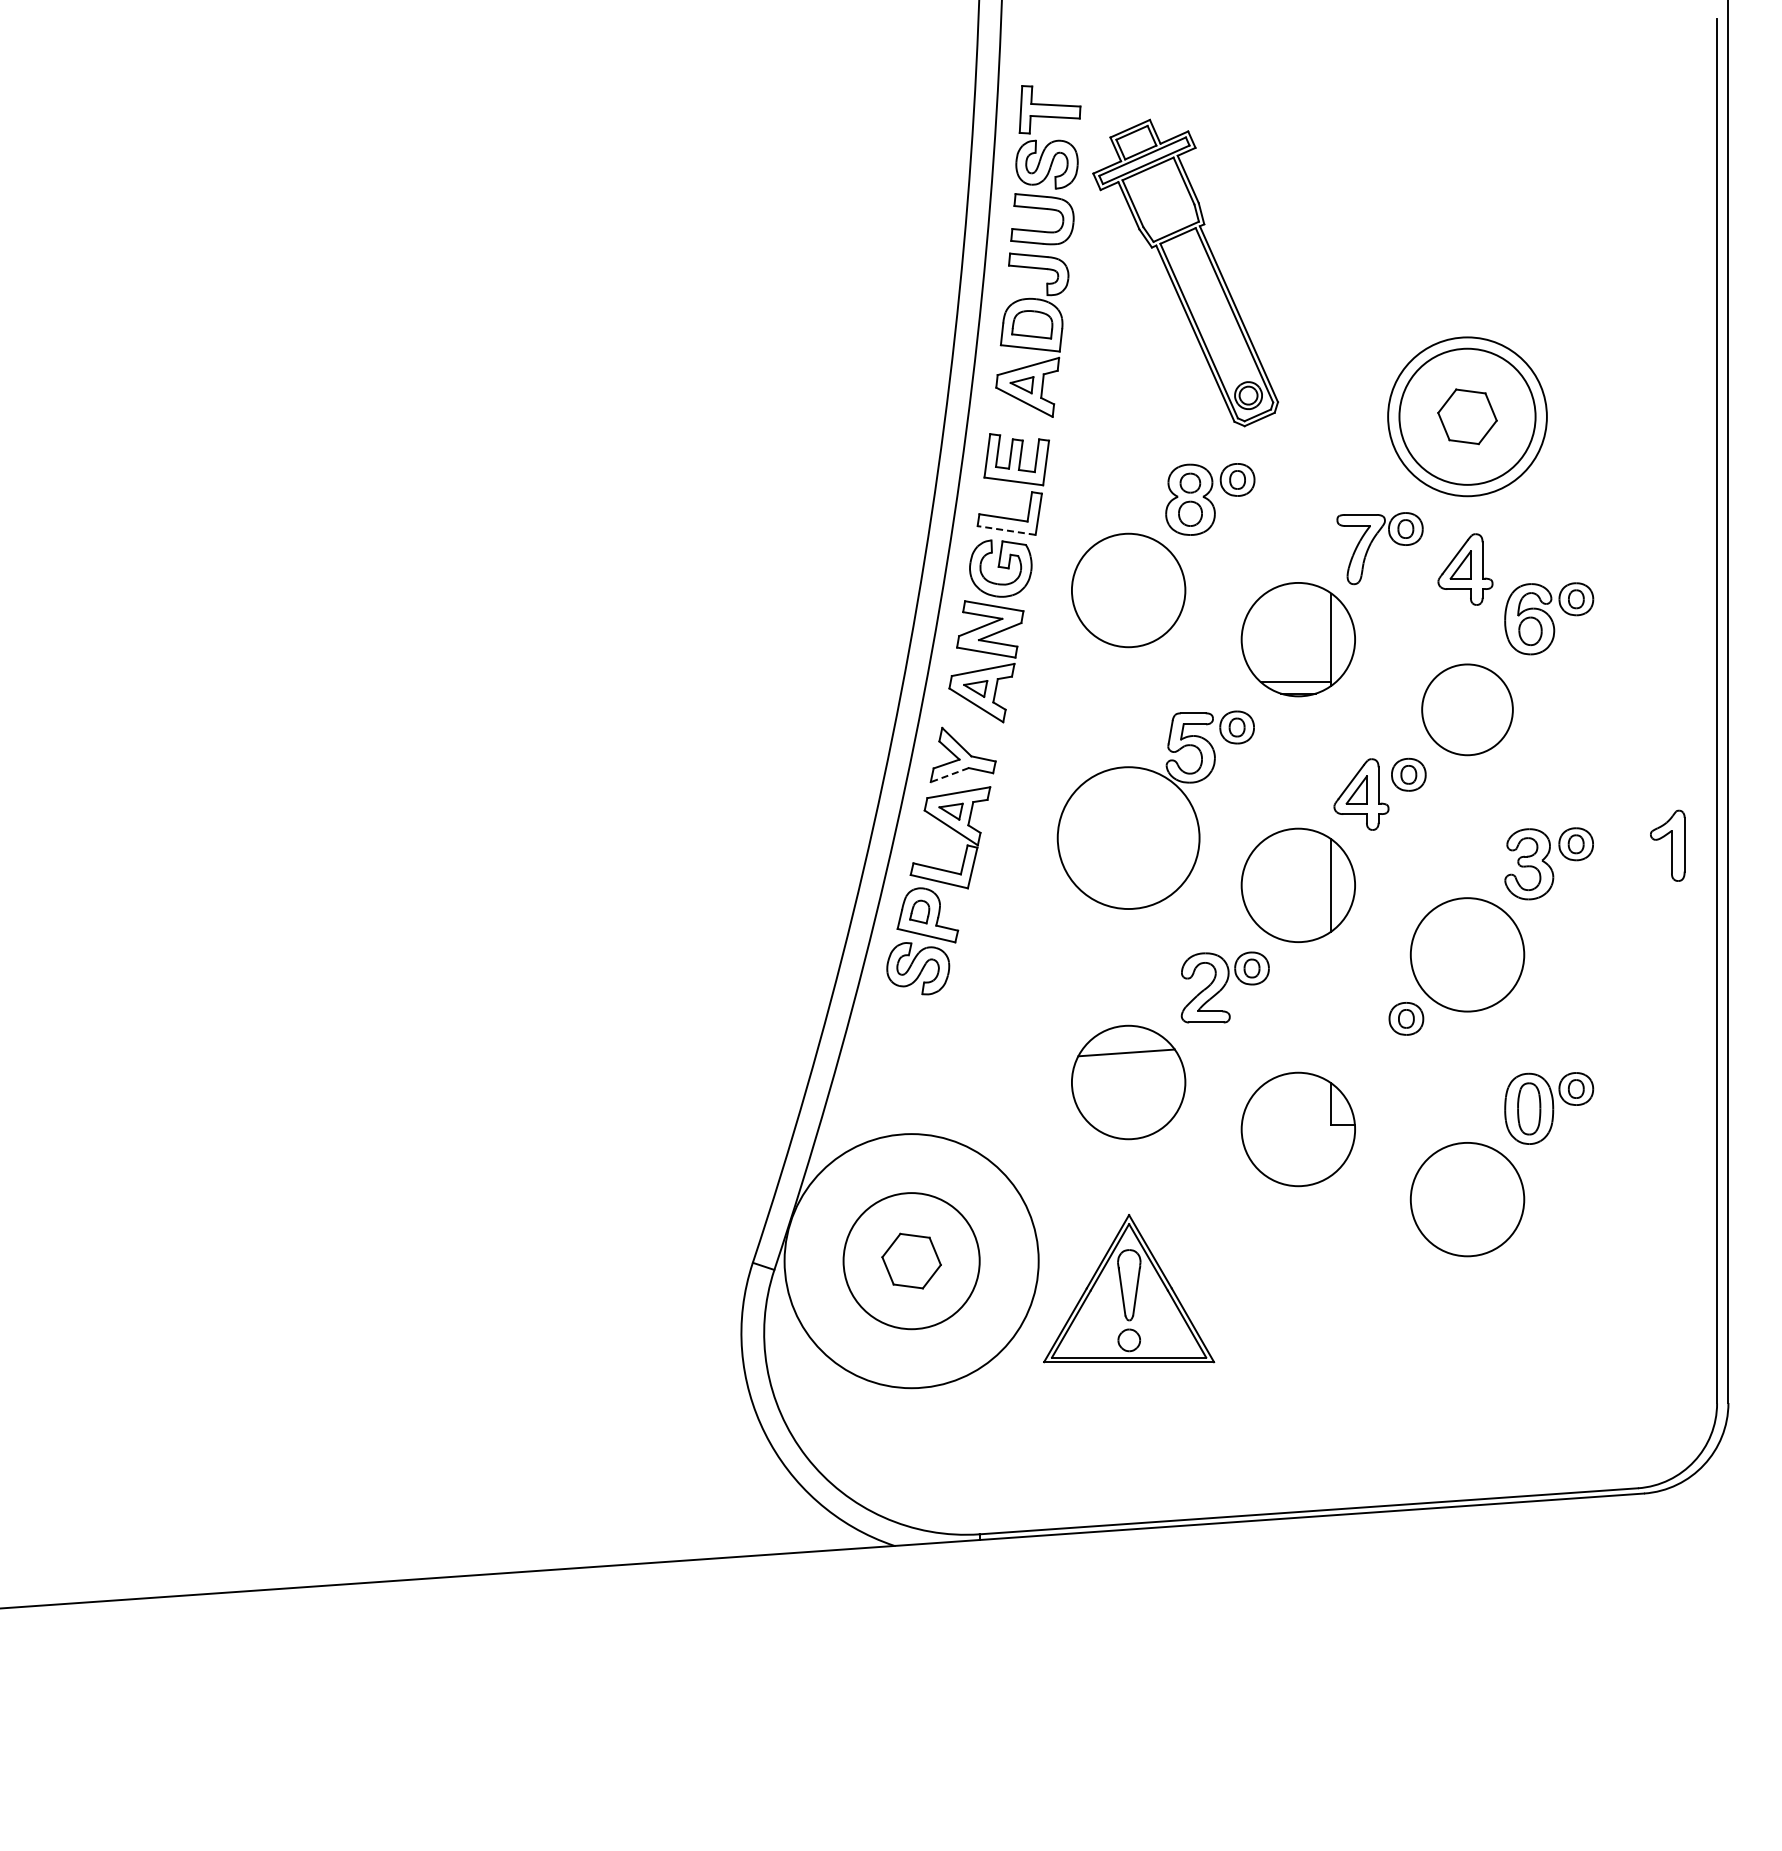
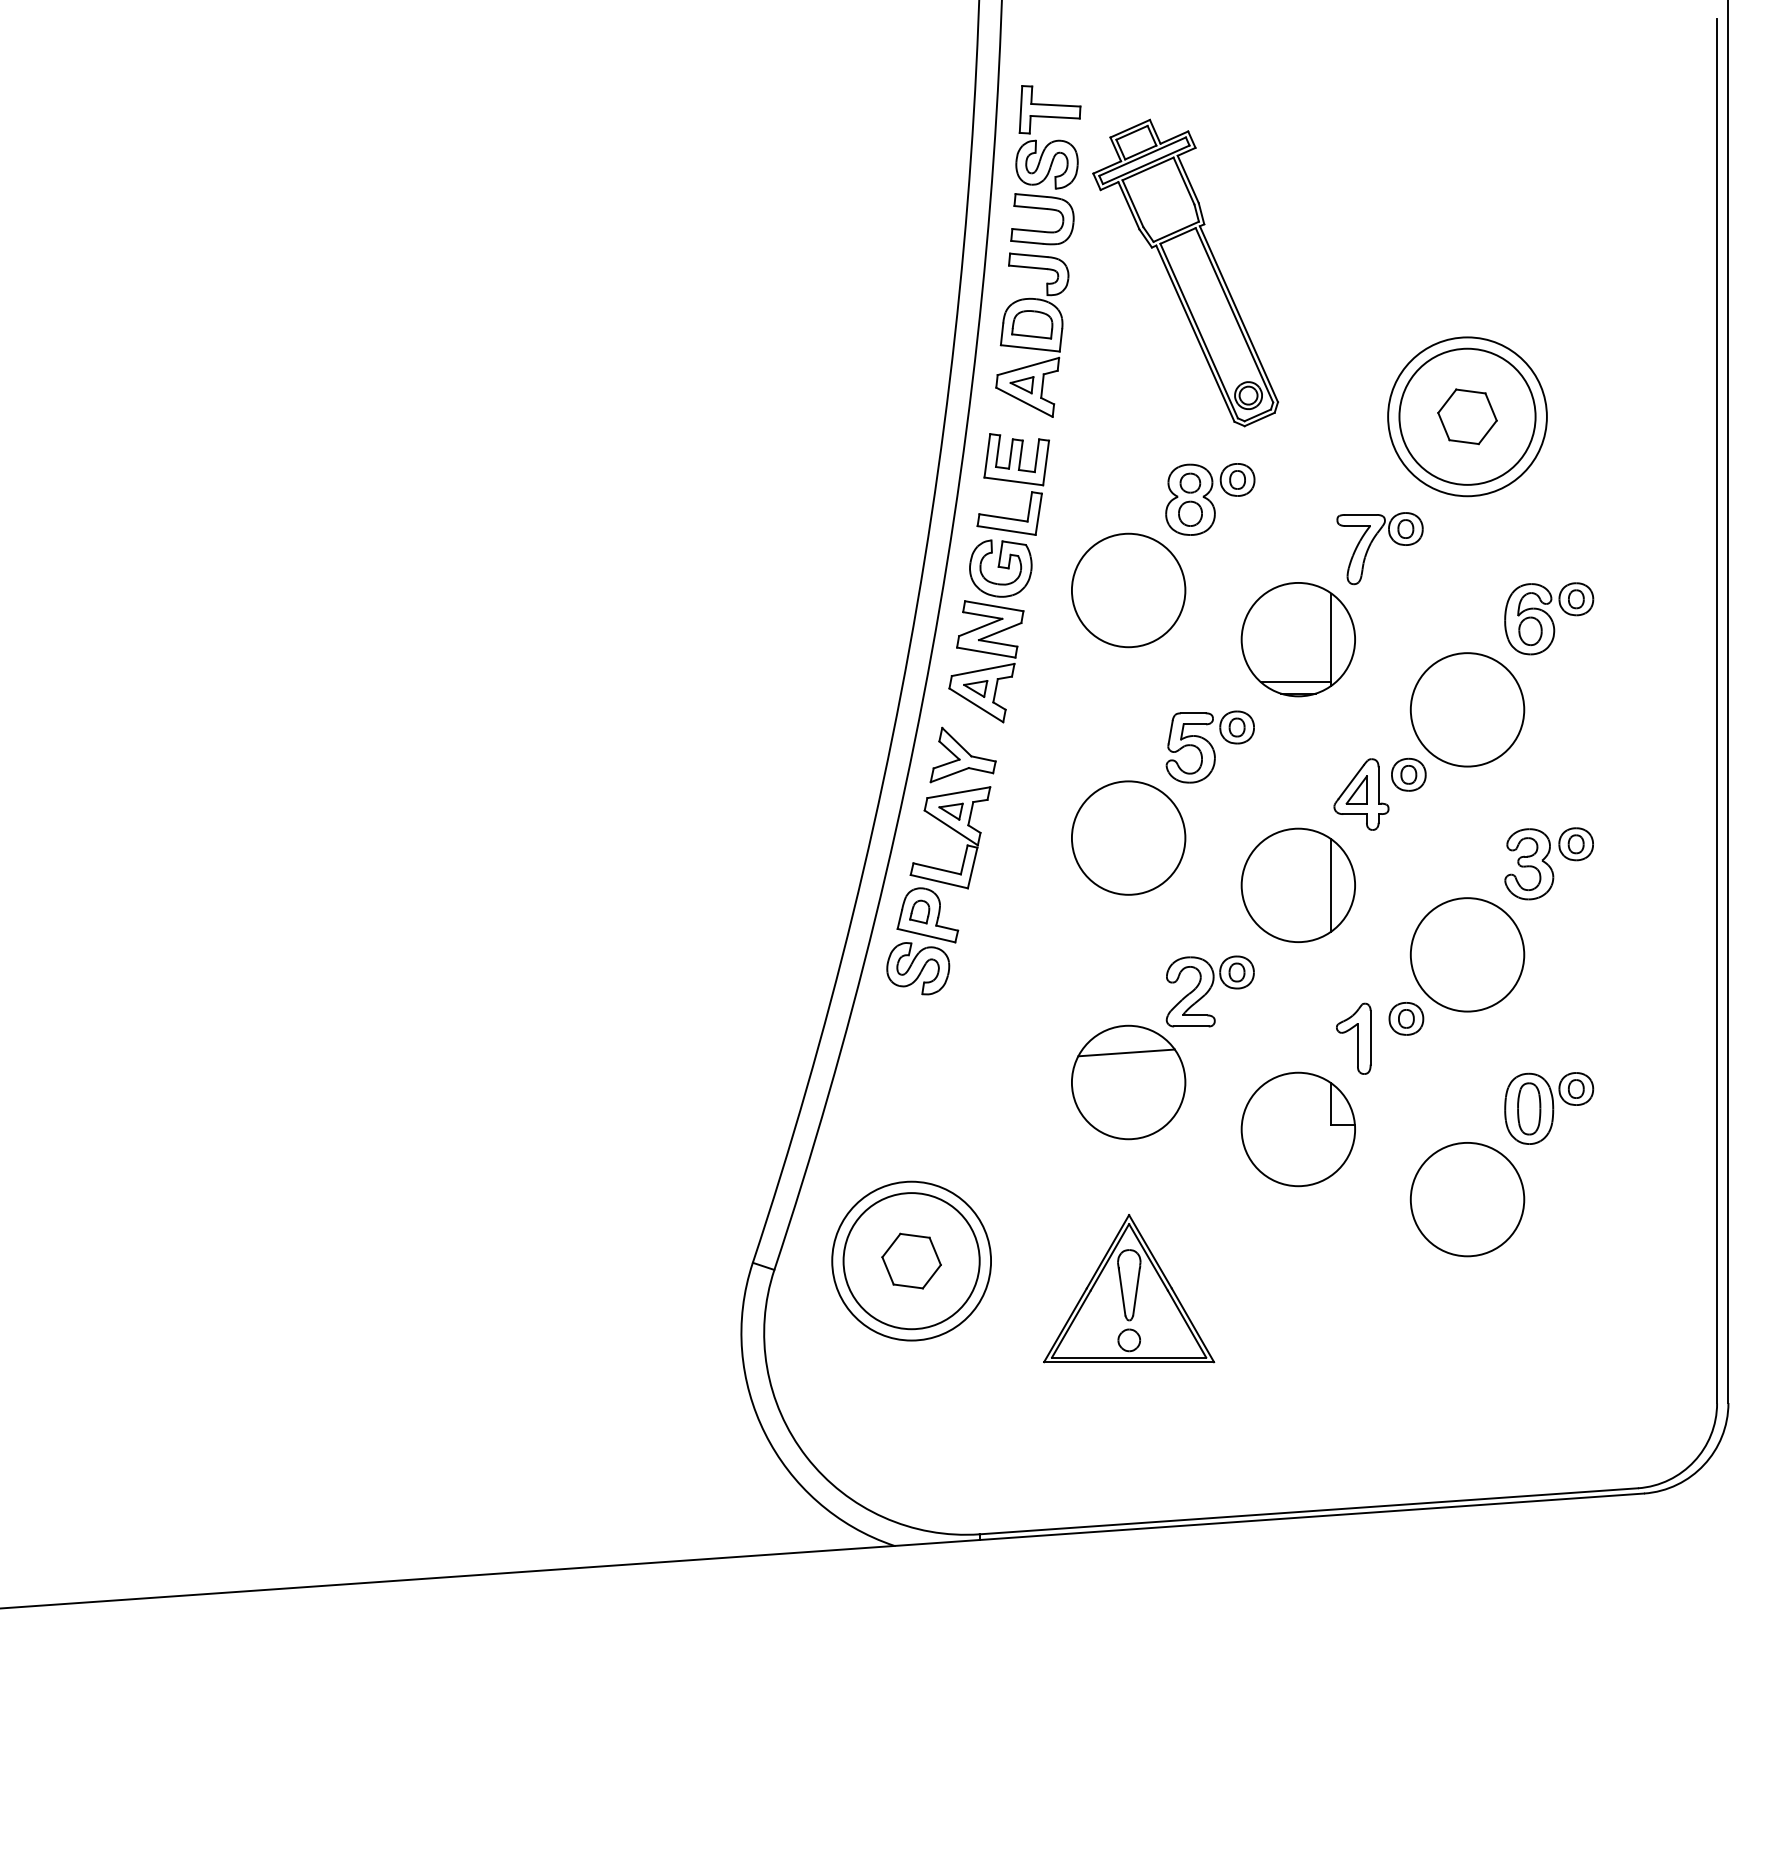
line at (1006, 530): dashed -> solid
part at (1465, 569): present -> none
circle at (1467, 709) diameter: 91 px -> 113 px
line at (949, 775): dashed -> solid
circle at (1128, 838) diameter: 142 px -> 113 px
part at (1667, 845) position: (1667, 845) -> (1353, 1038)
part at (1224, 987) position: (1224, 987) -> (1209, 991)
circle at (911, 1261) diameter: 254 px -> 159 px
